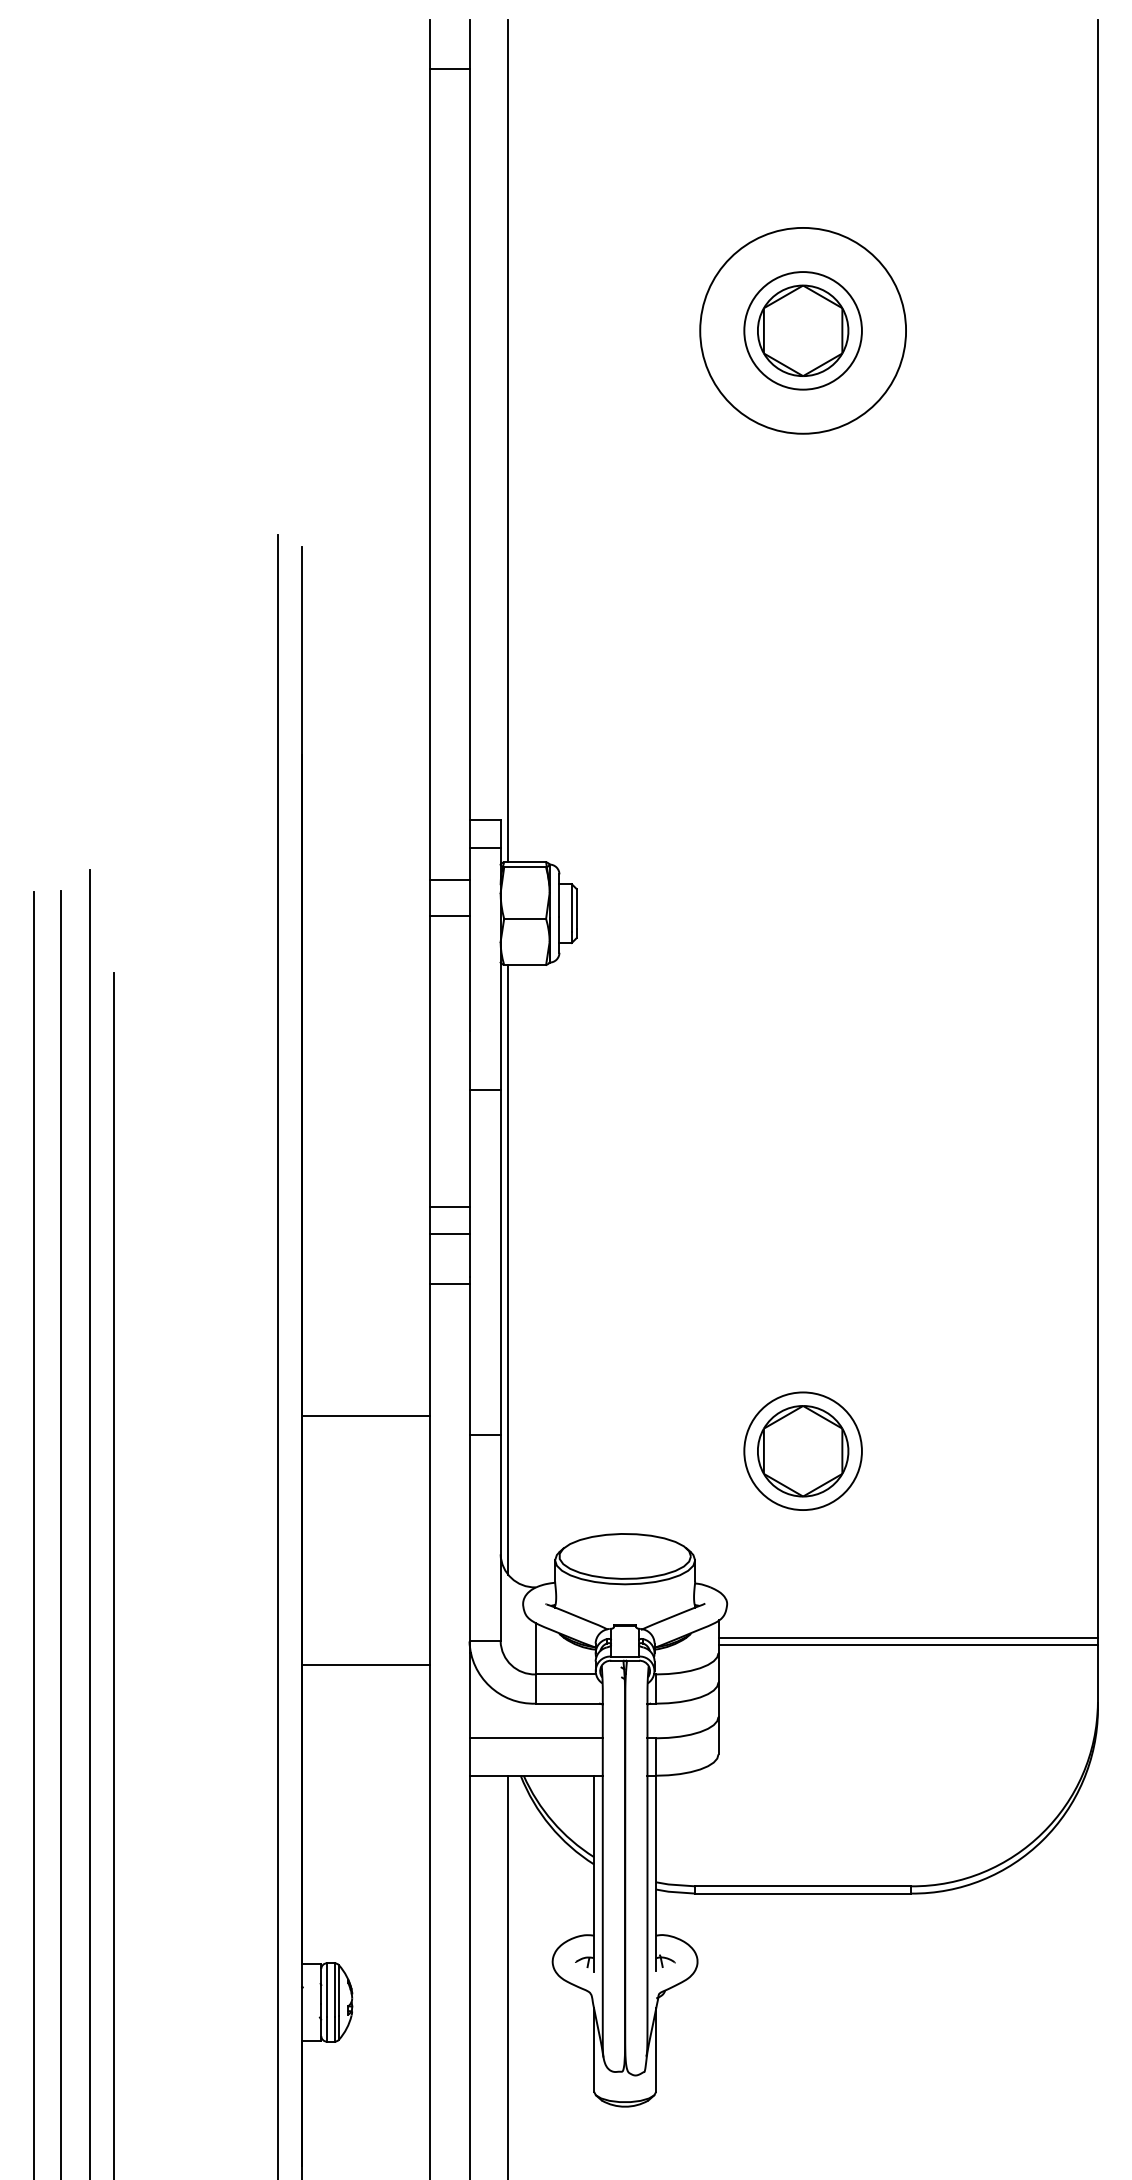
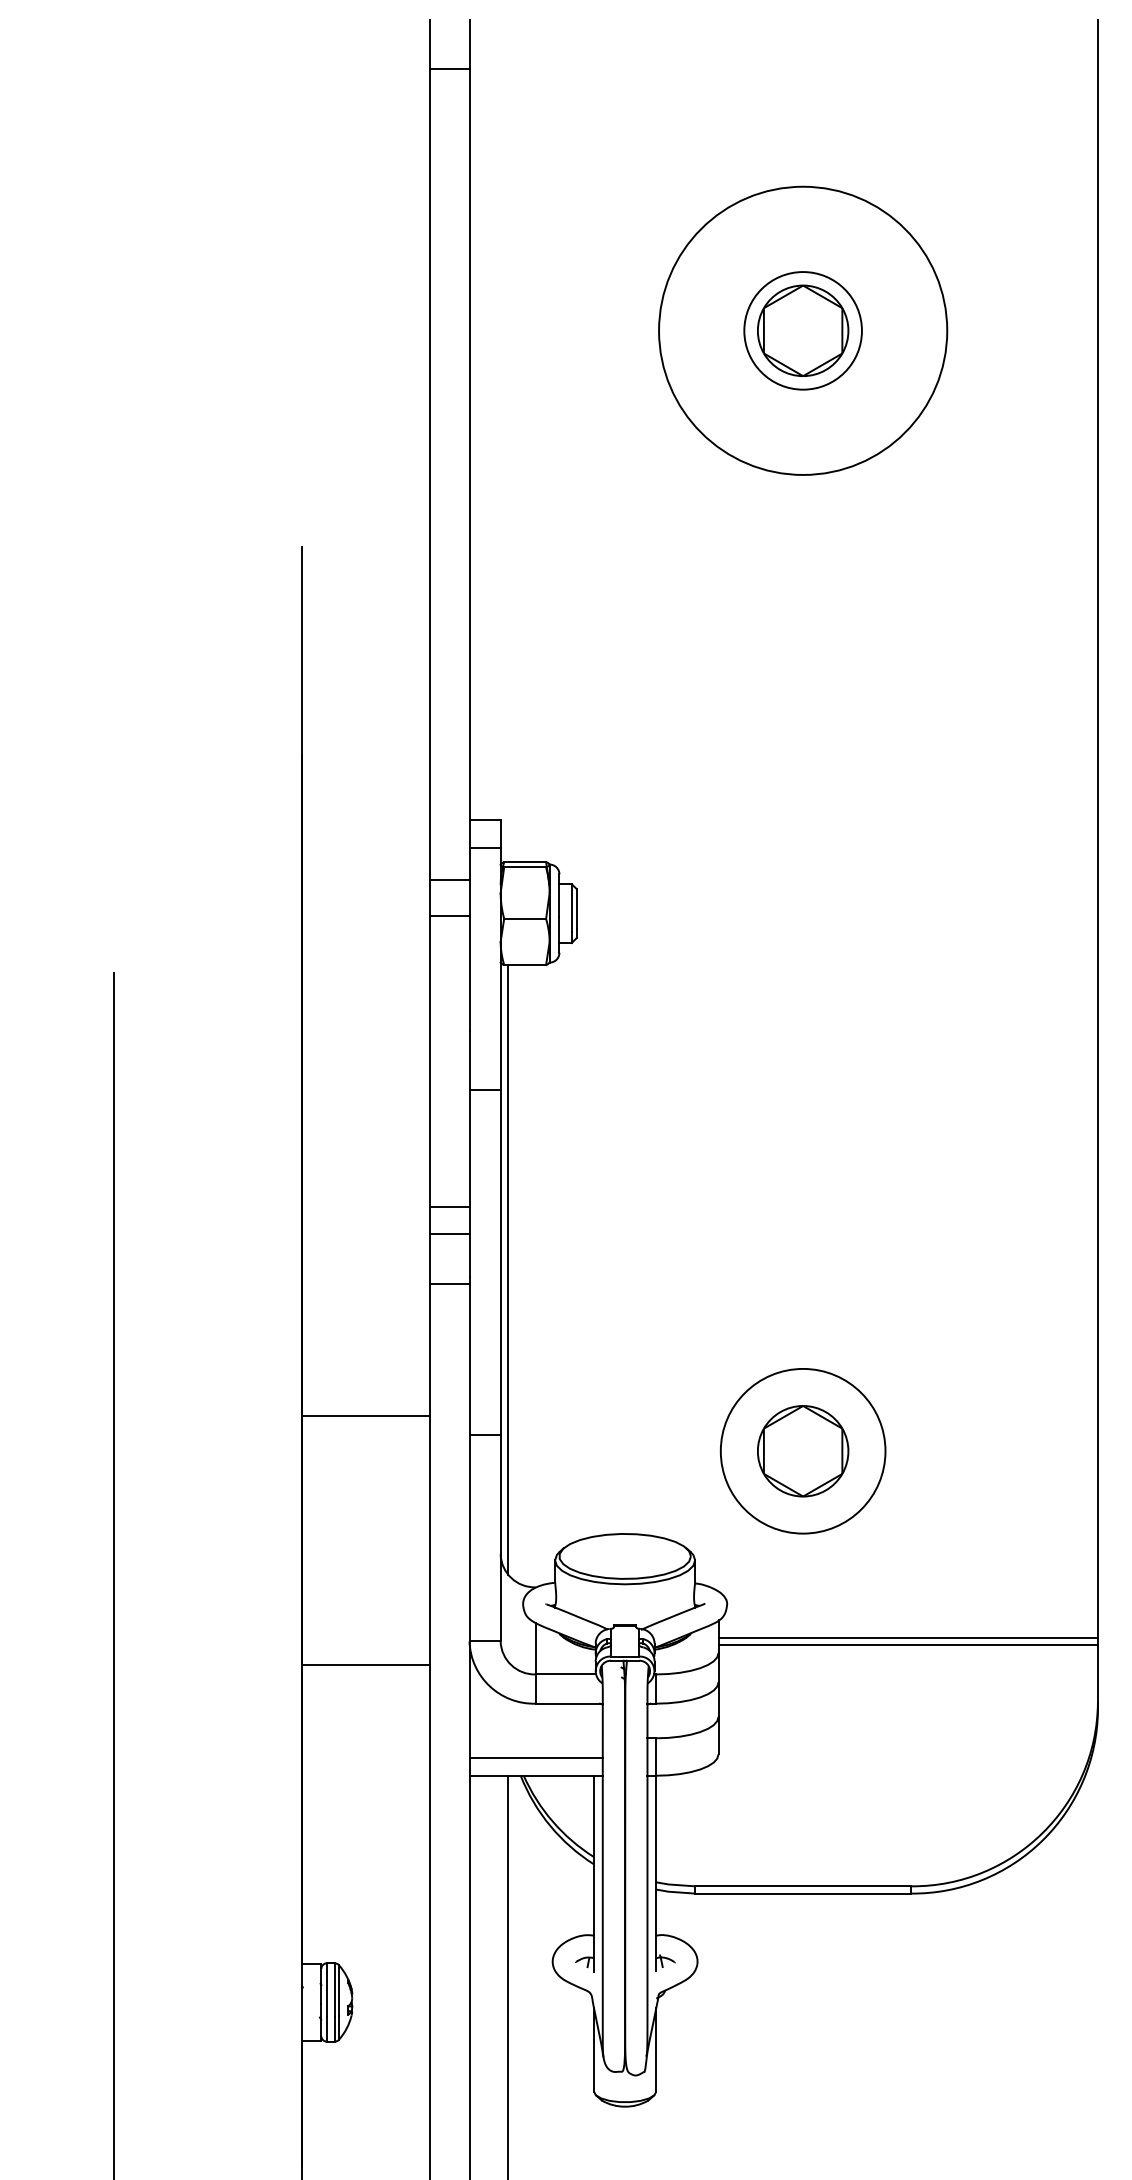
circle at (803, 330) diameter: 206 px -> 288 px
line at (508, 440): present -> none
line at (277, 1355): present -> none
circle at (802, 1451) diameter: 118 px -> 165 px
line at (90, 1523): present -> none
line at (34, 1533): present -> none
line at (61, 1533): present -> none
line at (535, 1738) position: (535, 1738) -> (535, 1758)
